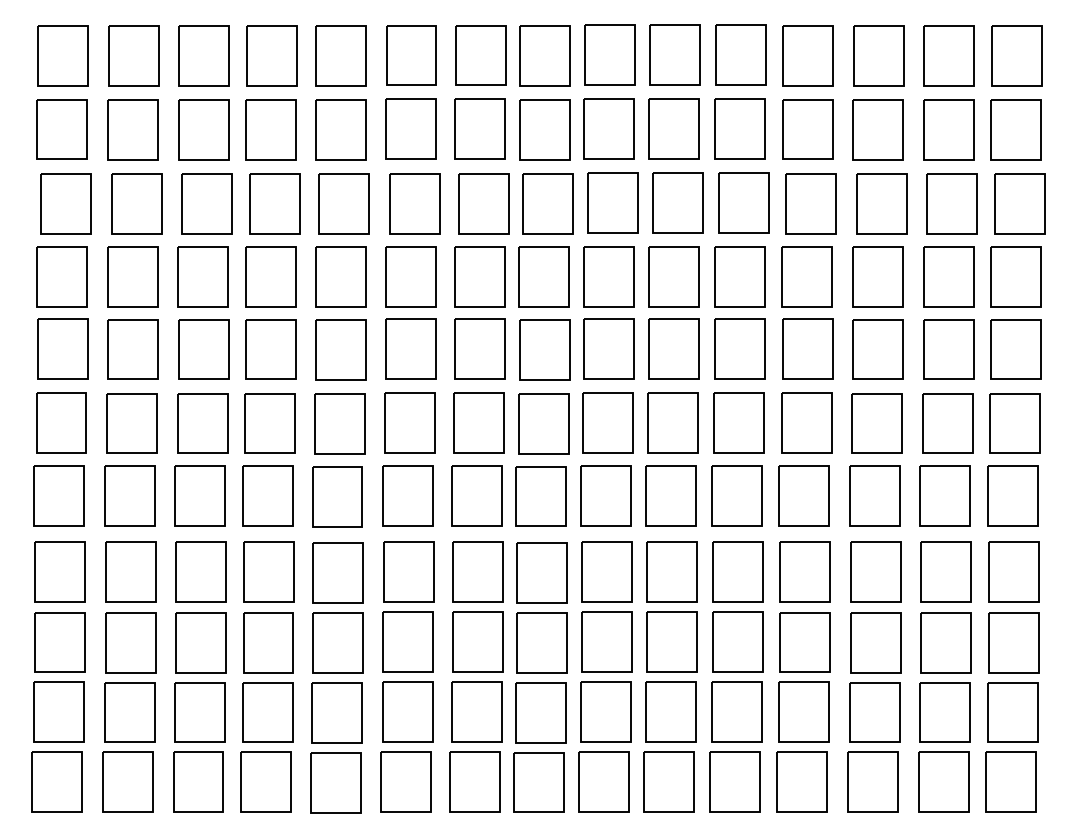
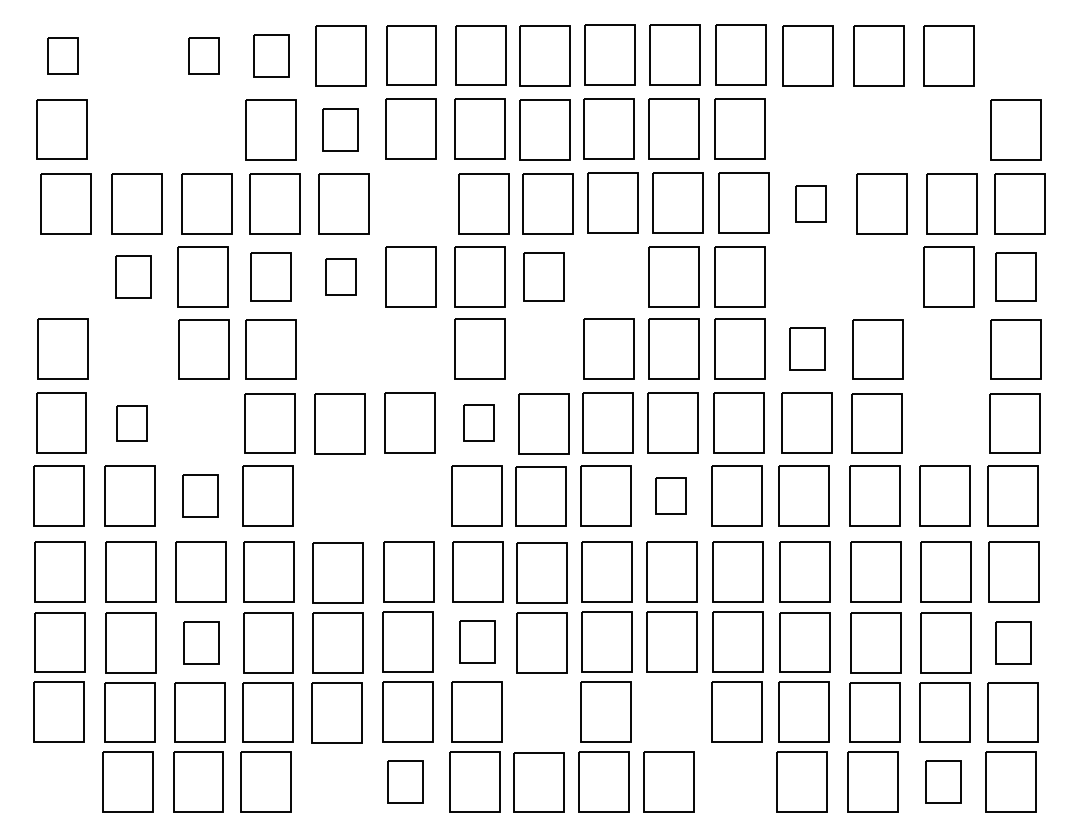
part at (62, 55) size: 52x62 px -> 32x38 px
part at (133, 55): present -> none
part at (203, 55) size: 52x62 px -> 32x38 px
part at (271, 55) size: 52x62 px -> 37x44 px
part at (1016, 55): present -> none
part at (132, 129): present -> none
part at (203, 129): present -> none
part at (340, 129) size: 52x62 px -> 37x44 px
part at (807, 129): present -> none
part at (877, 129): present -> none
part at (948, 129): present -> none
part at (414, 203): present -> none
part at (810, 203) size: 52x62 px -> 32x38 px
part at (61, 276): present -> none
part at (132, 276) size: 52x62 px -> 37x44 px
part at (270, 276) size: 52x62 px -> 42x50 px
part at (340, 276) size: 52x62 px -> 32x38 px
part at (543, 276) size: 52x62 px -> 42x50 px
part at (608, 276): present -> none
part at (806, 276): present -> none
part at (877, 276): present -> none
part at (1015, 276) size: 52x62 px -> 42x50 px
part at (410, 348): present -> none
part at (807, 348) size: 52x62 px -> 37x44 px
part at (132, 349): present -> none
part at (340, 349): present -> none
part at (544, 349): present -> none
part at (948, 349): present -> none
part at (478, 422) size: 52x62 px -> 32x38 px
part at (131, 423) size: 52x61 px -> 32x37 px
part at (202, 423): present -> none
part at (947, 423): present -> none
part at (199, 495) size: 52x62 px -> 37x44 px
part at (407, 495): present -> none
part at (670, 495) size: 52x62 px -> 32x38 px
part at (337, 496): present -> none
part at (477, 641) size: 52x62 px -> 37x44 px
part at (200, 642) size: 52x62 px -> 37x44 px
part at (1013, 642) size: 52x62 px -> 37x44 px
part at (670, 711): present -> none
part at (540, 712): present -> none
part at (56, 781): present -> none
part at (405, 781) size: 52x62 px -> 37x44 px
part at (734, 781): present -> none
part at (943, 781) size: 52x62 px -> 37x44 px
part at (335, 782): present -> none
